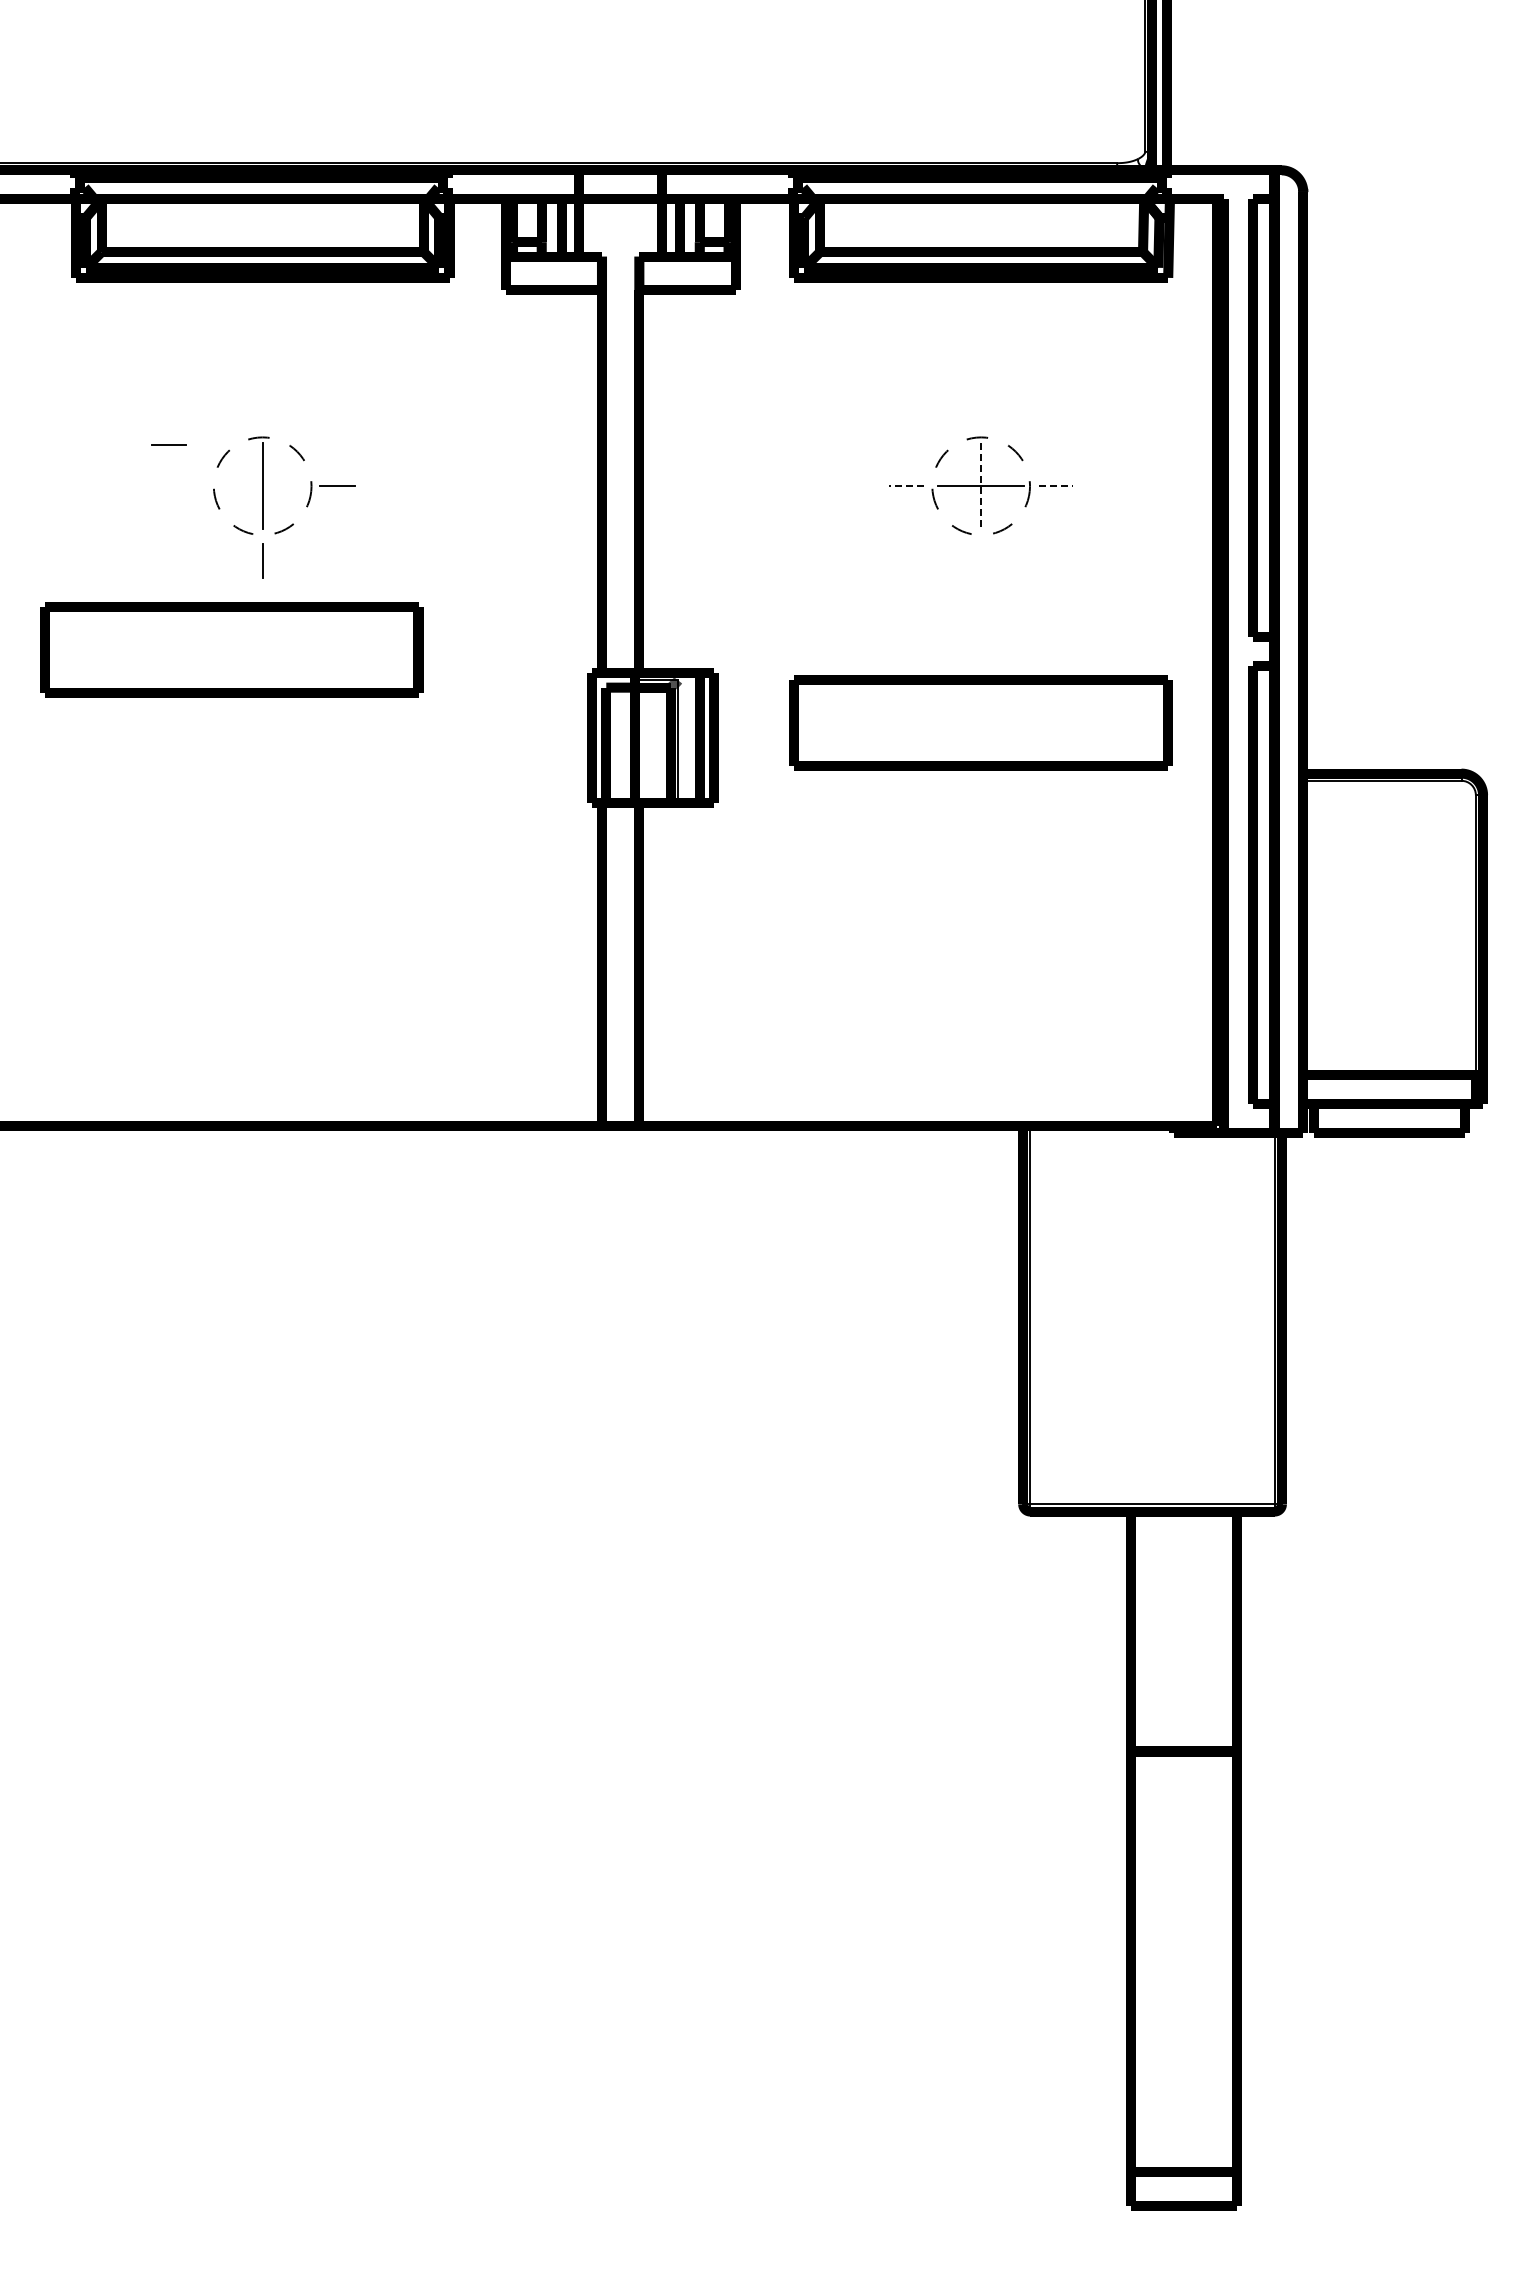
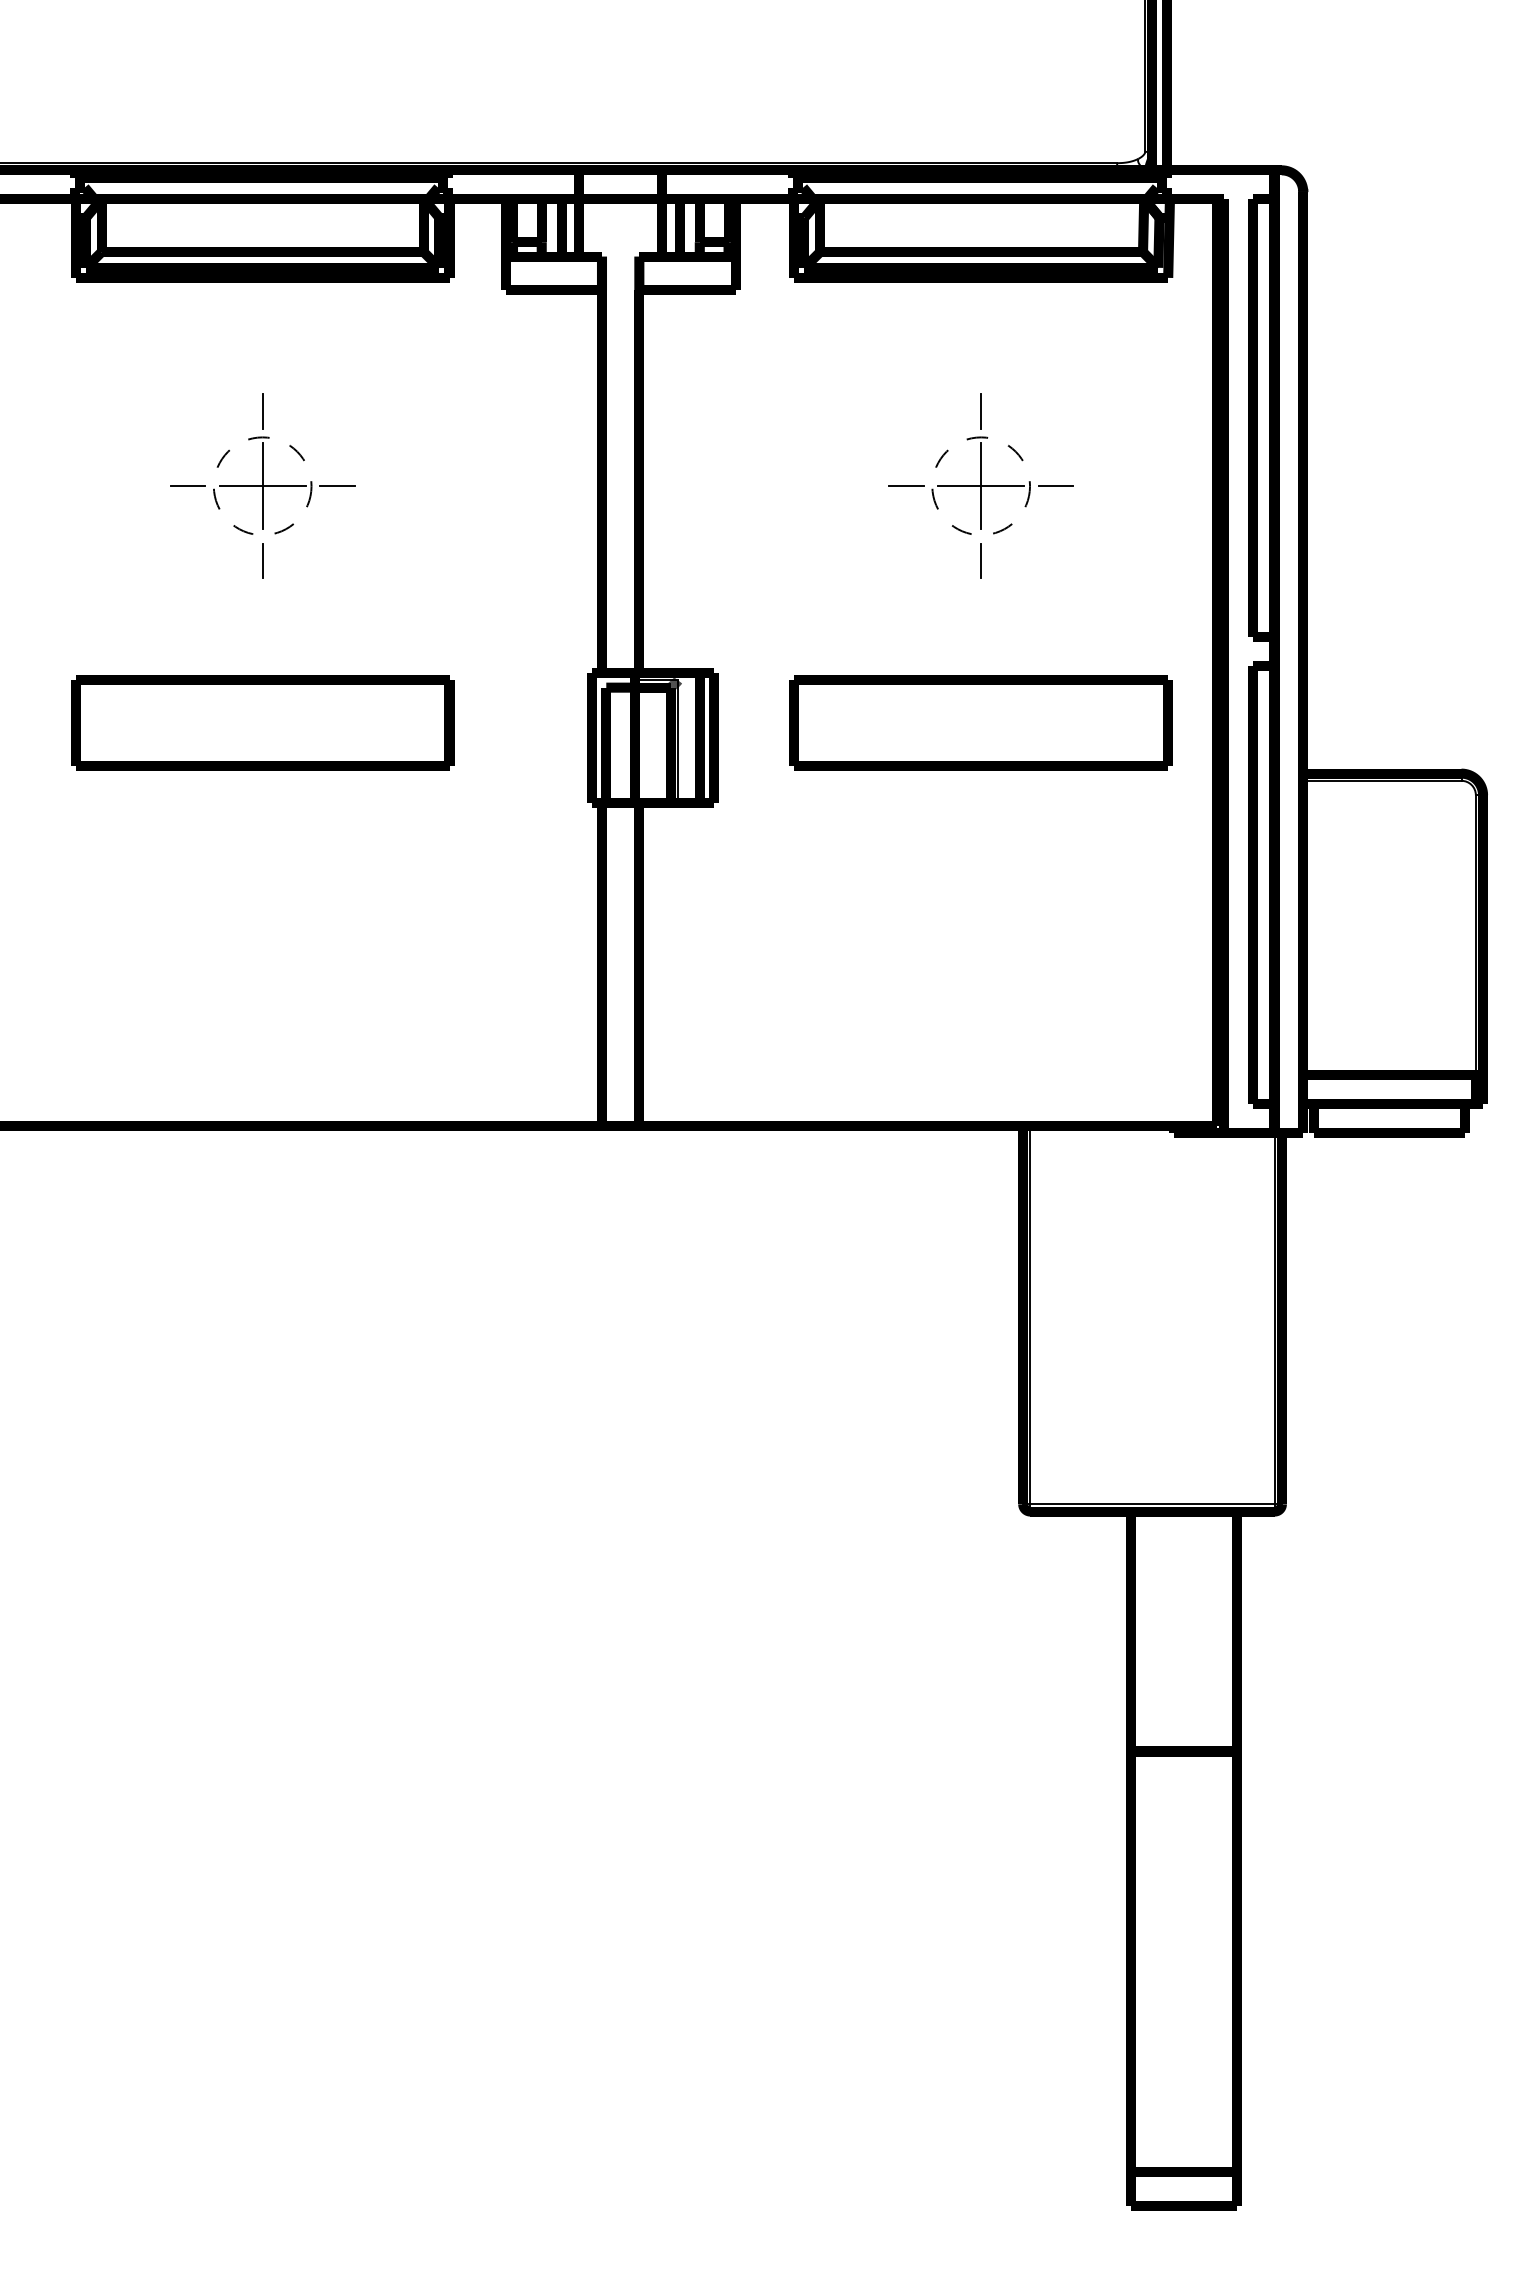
line at (262, 411): none -> present
line at (981, 411): none -> present
line at (168, 444) position: (168, 444) -> (187, 485)
line at (262, 486): none -> present
line at (905, 486): dashed -> solid
line at (981, 486): dashed -> solid
line at (1056, 486): dashed -> solid
line at (980, 560): none -> present
part at (231, 649) position: (231, 649) -> (262, 722)
